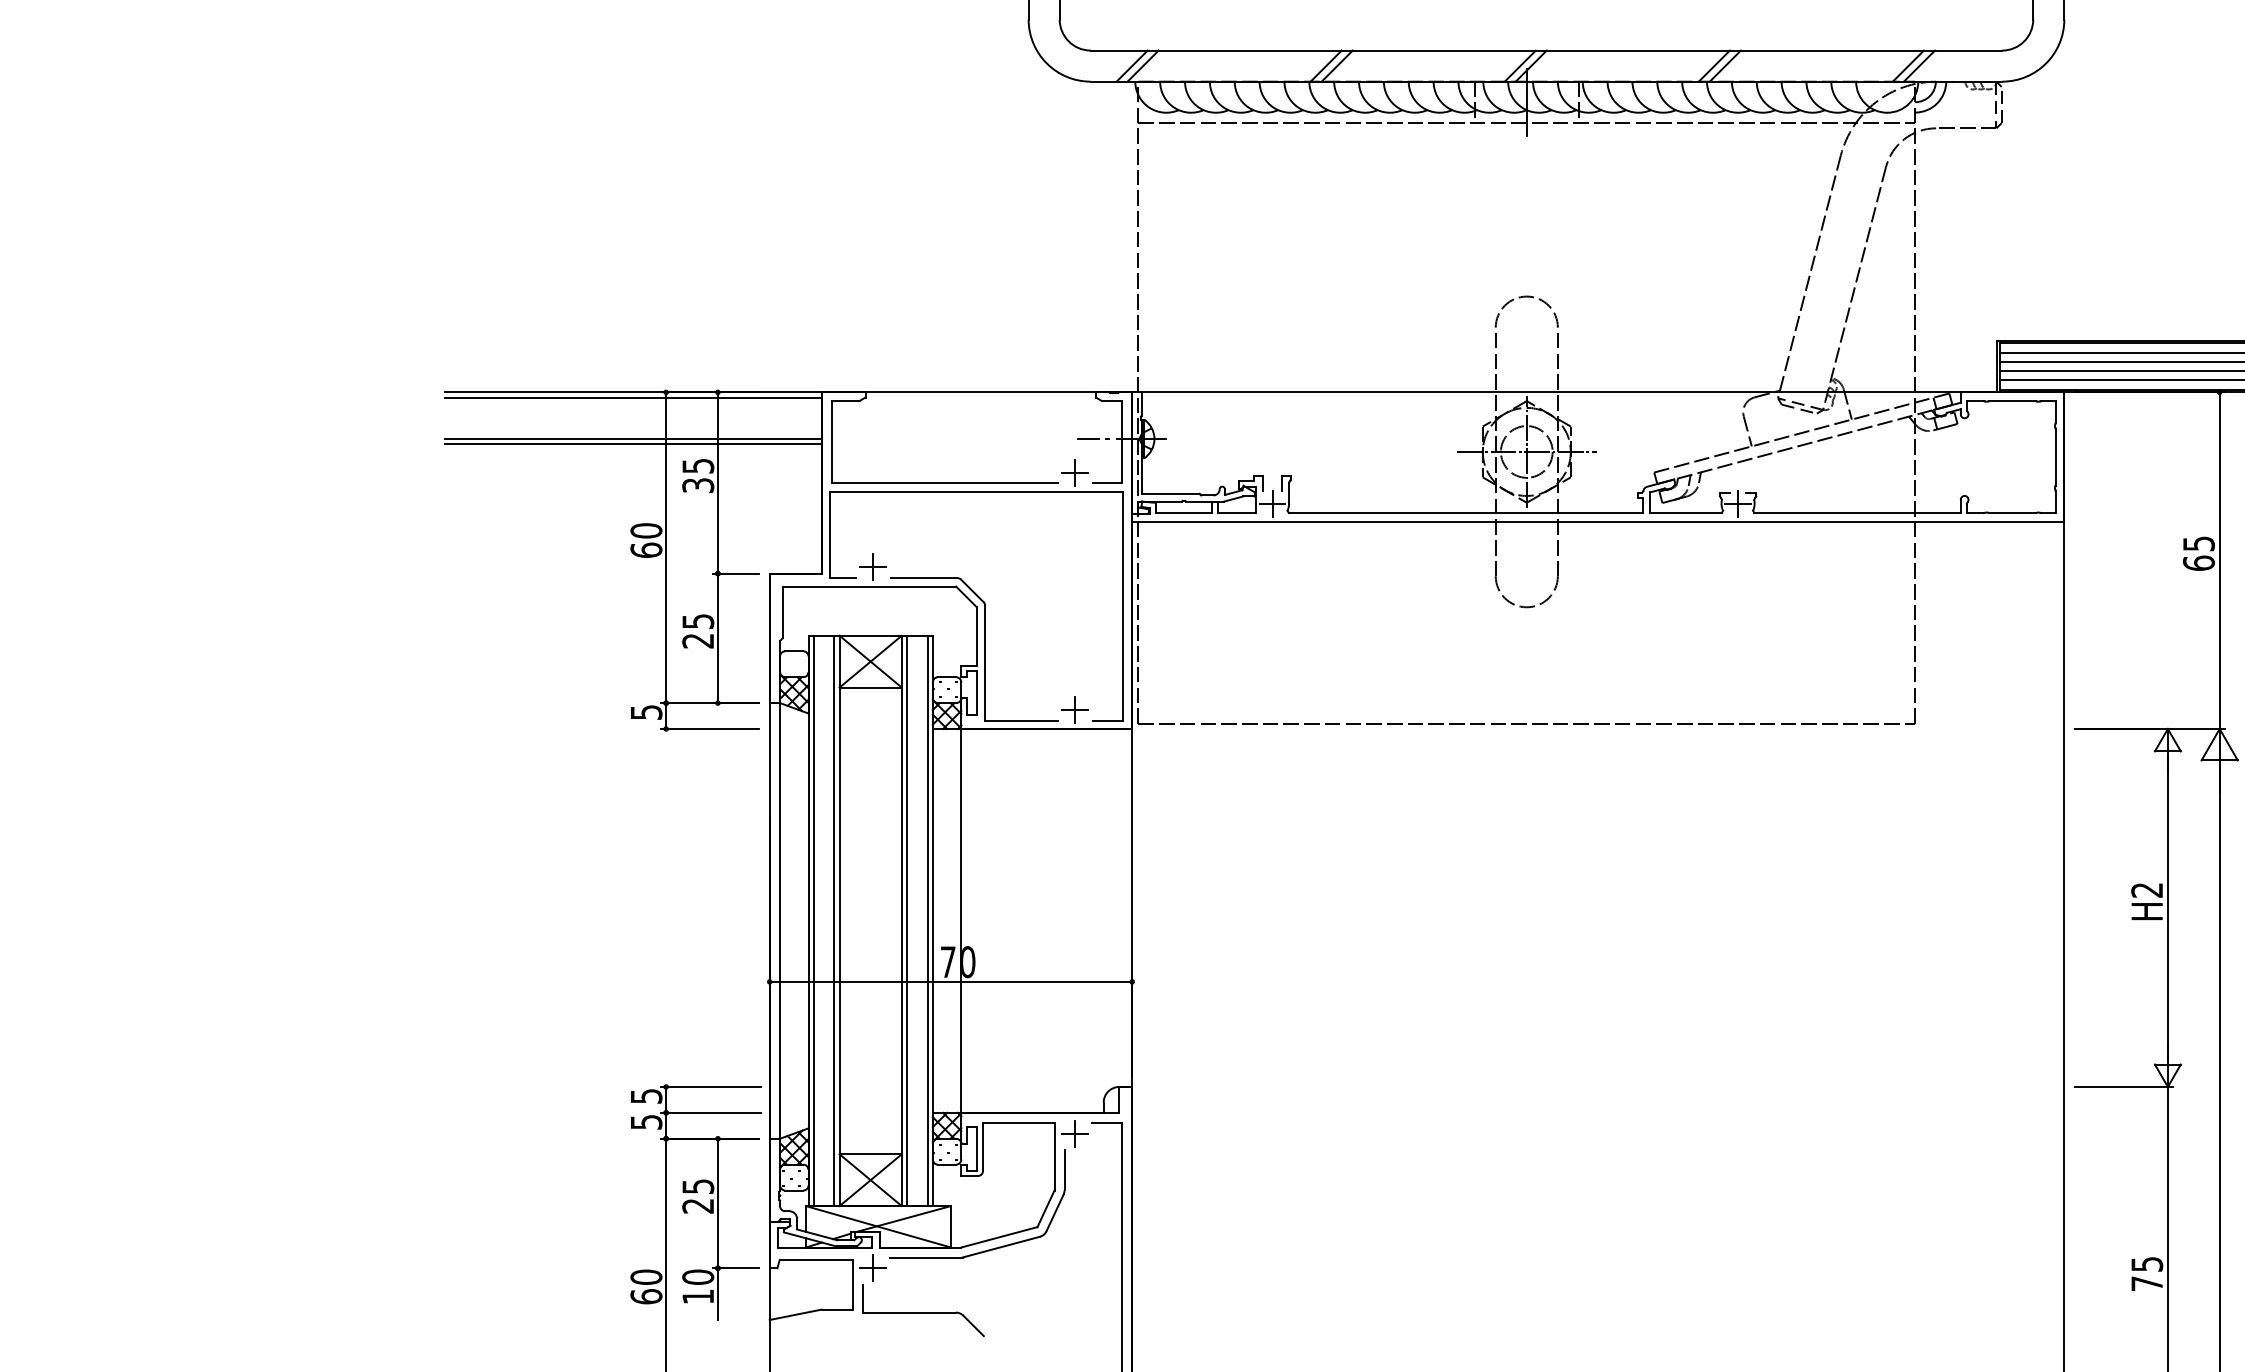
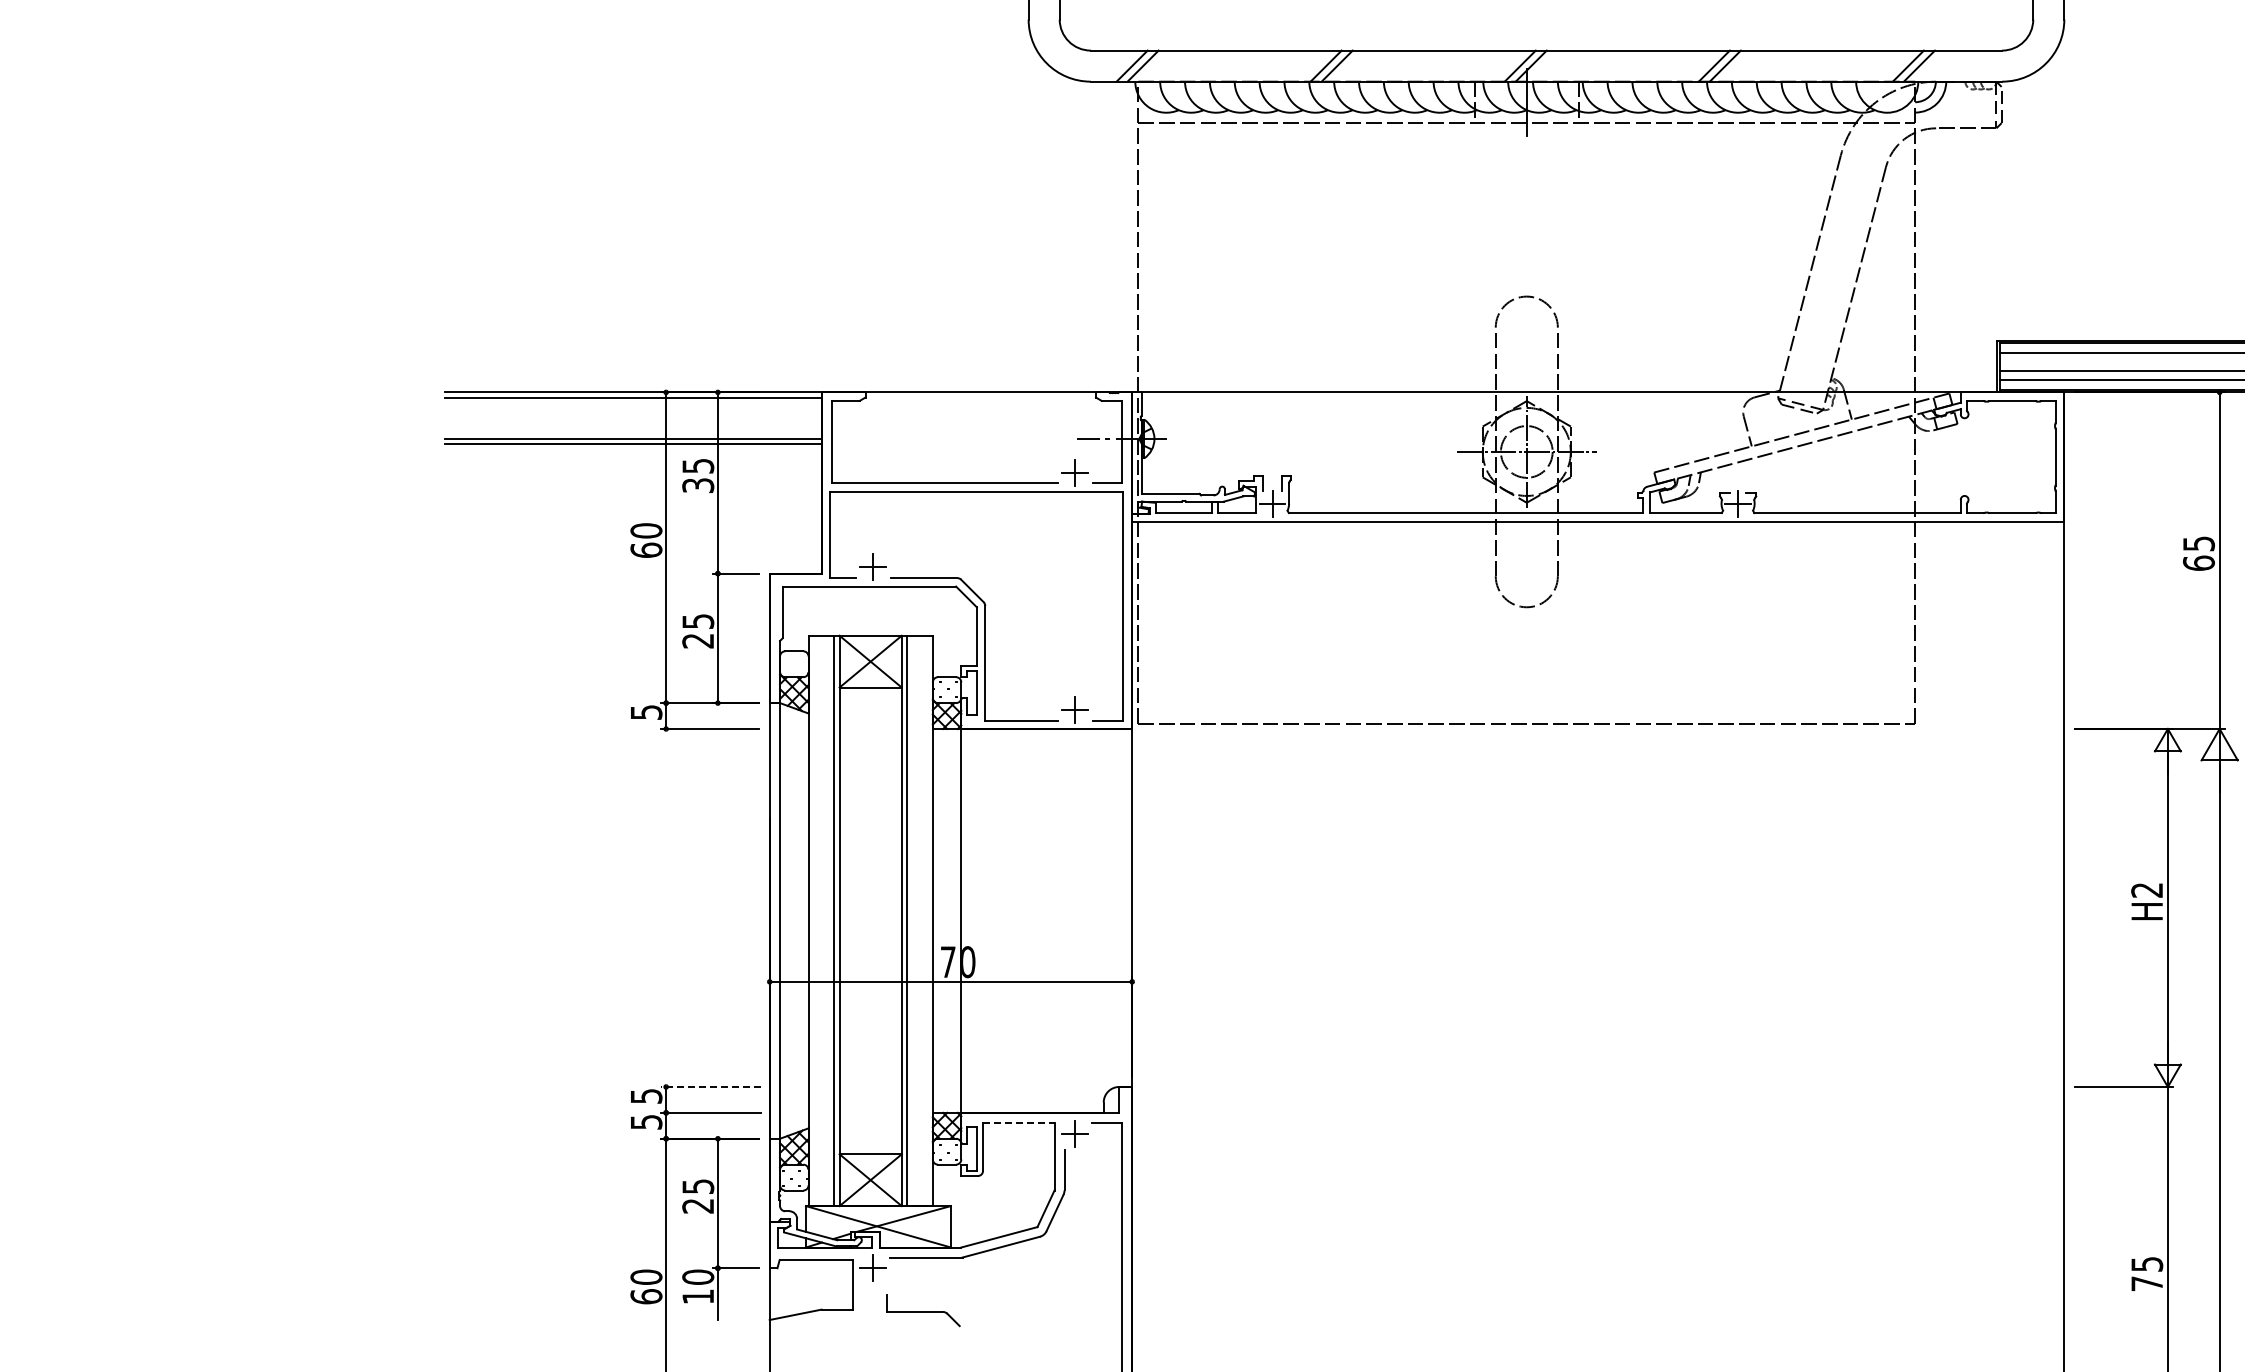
line at (2120, 361): present -> none
line at (813, 920): present -> none
line at (927, 920): present -> none
line at (710, 1086): solid -> dashed
line at (1018, 1122): solid -> dashed
part at (923, 1310) size: 123x54 px -> 75x34 px
